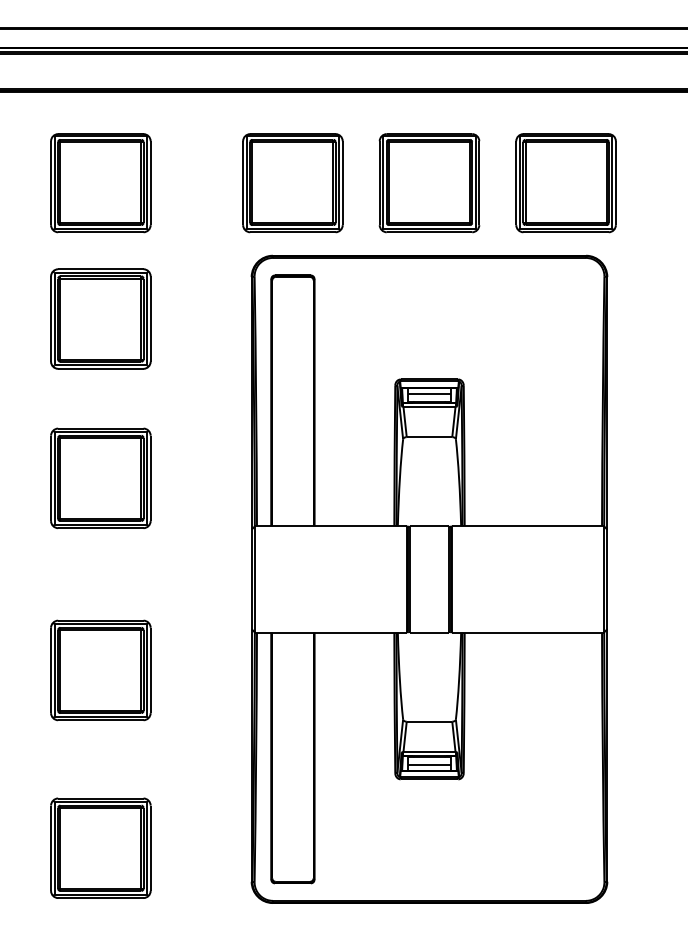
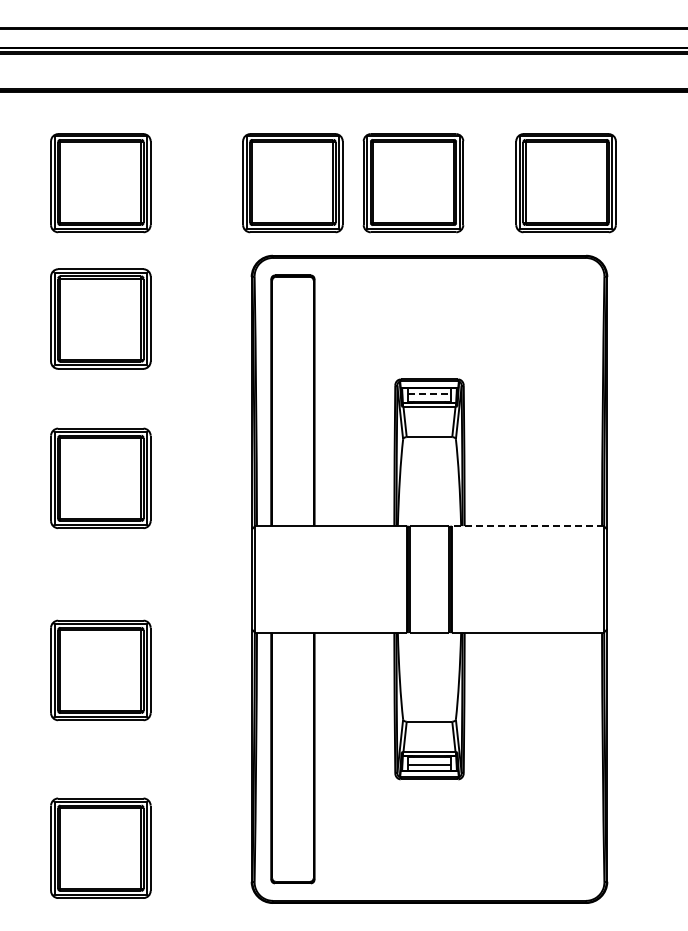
part at (429, 183) position: (429, 183) -> (413, 183)
line at (430, 393): solid -> dashed
line at (528, 526): solid -> dashed
